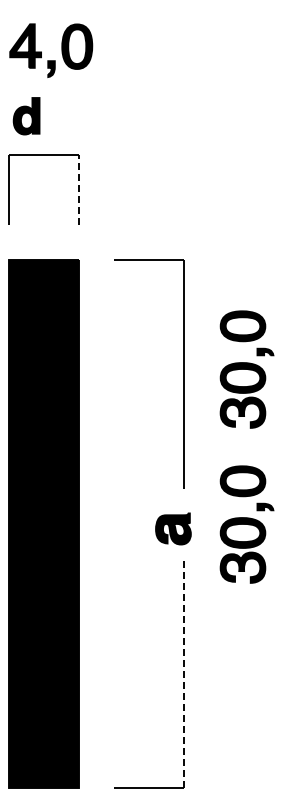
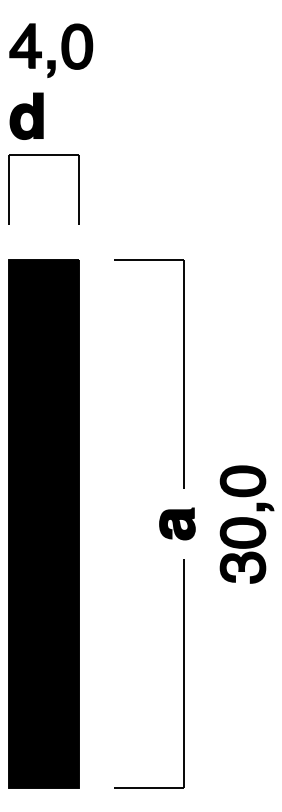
part at (26, 116) size: 29x39 px -> 35x48 px
line at (78, 189): dashed -> solid
part at (246, 369): present -> none
part at (173, 528) position: (173, 528) -> (177, 523)
line at (184, 672): dashed -> solid
